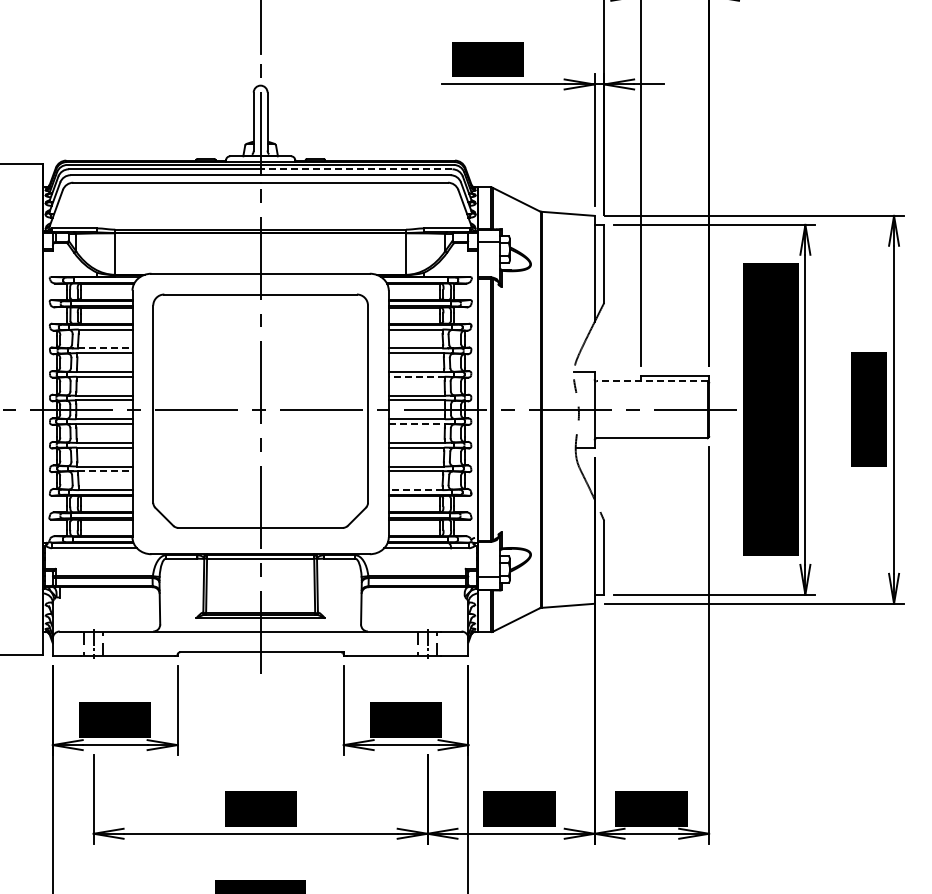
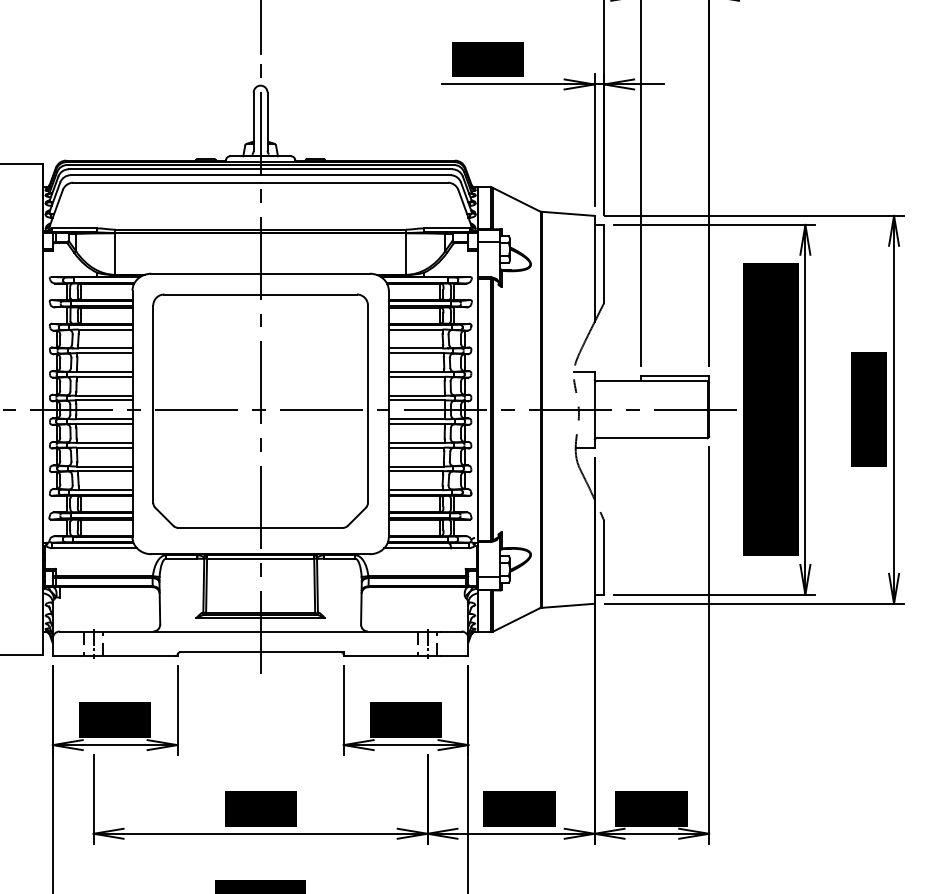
line at (356, 169): dashed -> solid
line at (105, 348): dashed -> solid
line at (416, 376): dashed -> solid
line at (652, 381): dashed -> solid
line at (417, 423): dashed -> solid
line at (105, 471): dashed -> solid
line at (415, 490): dashed -> solid
